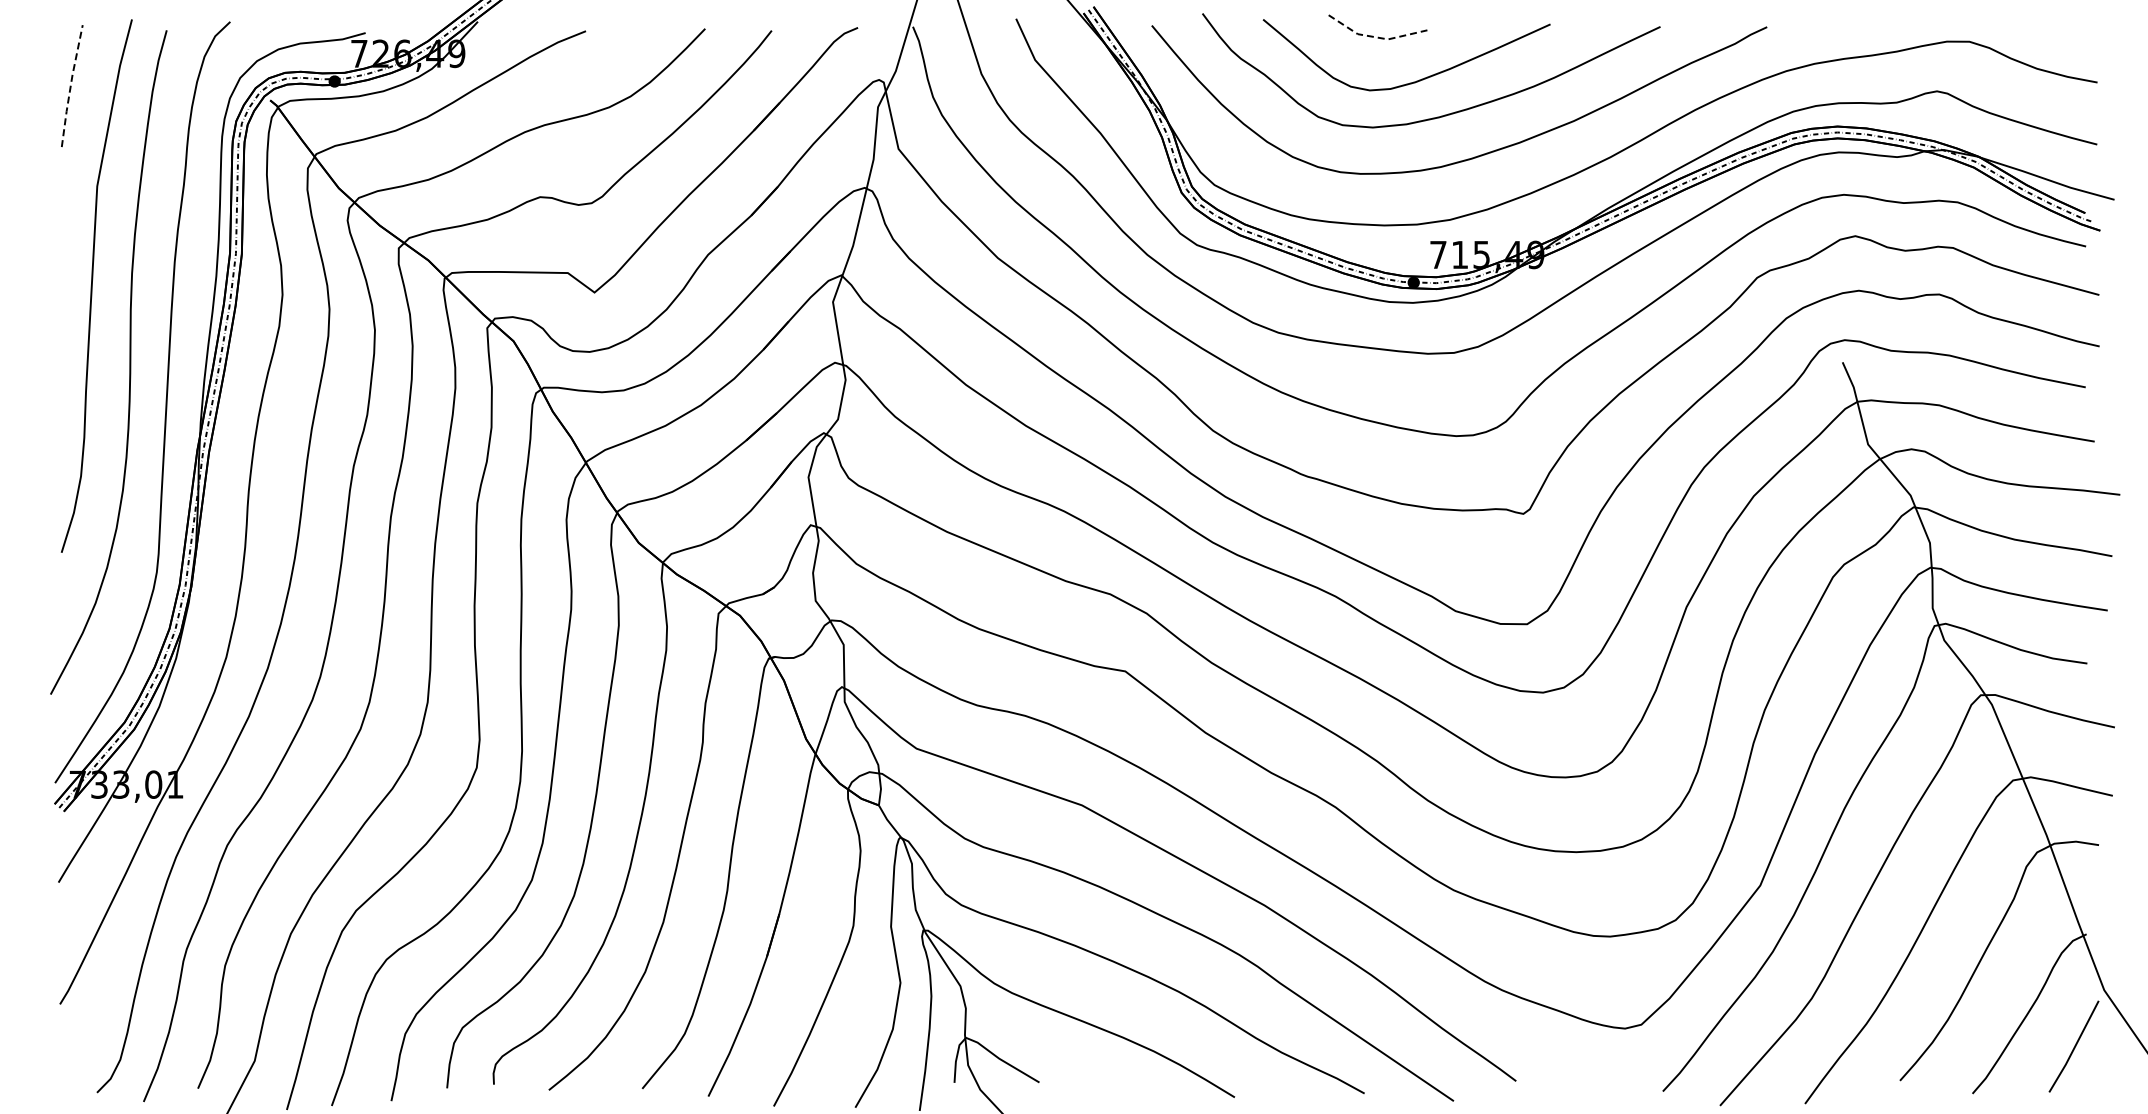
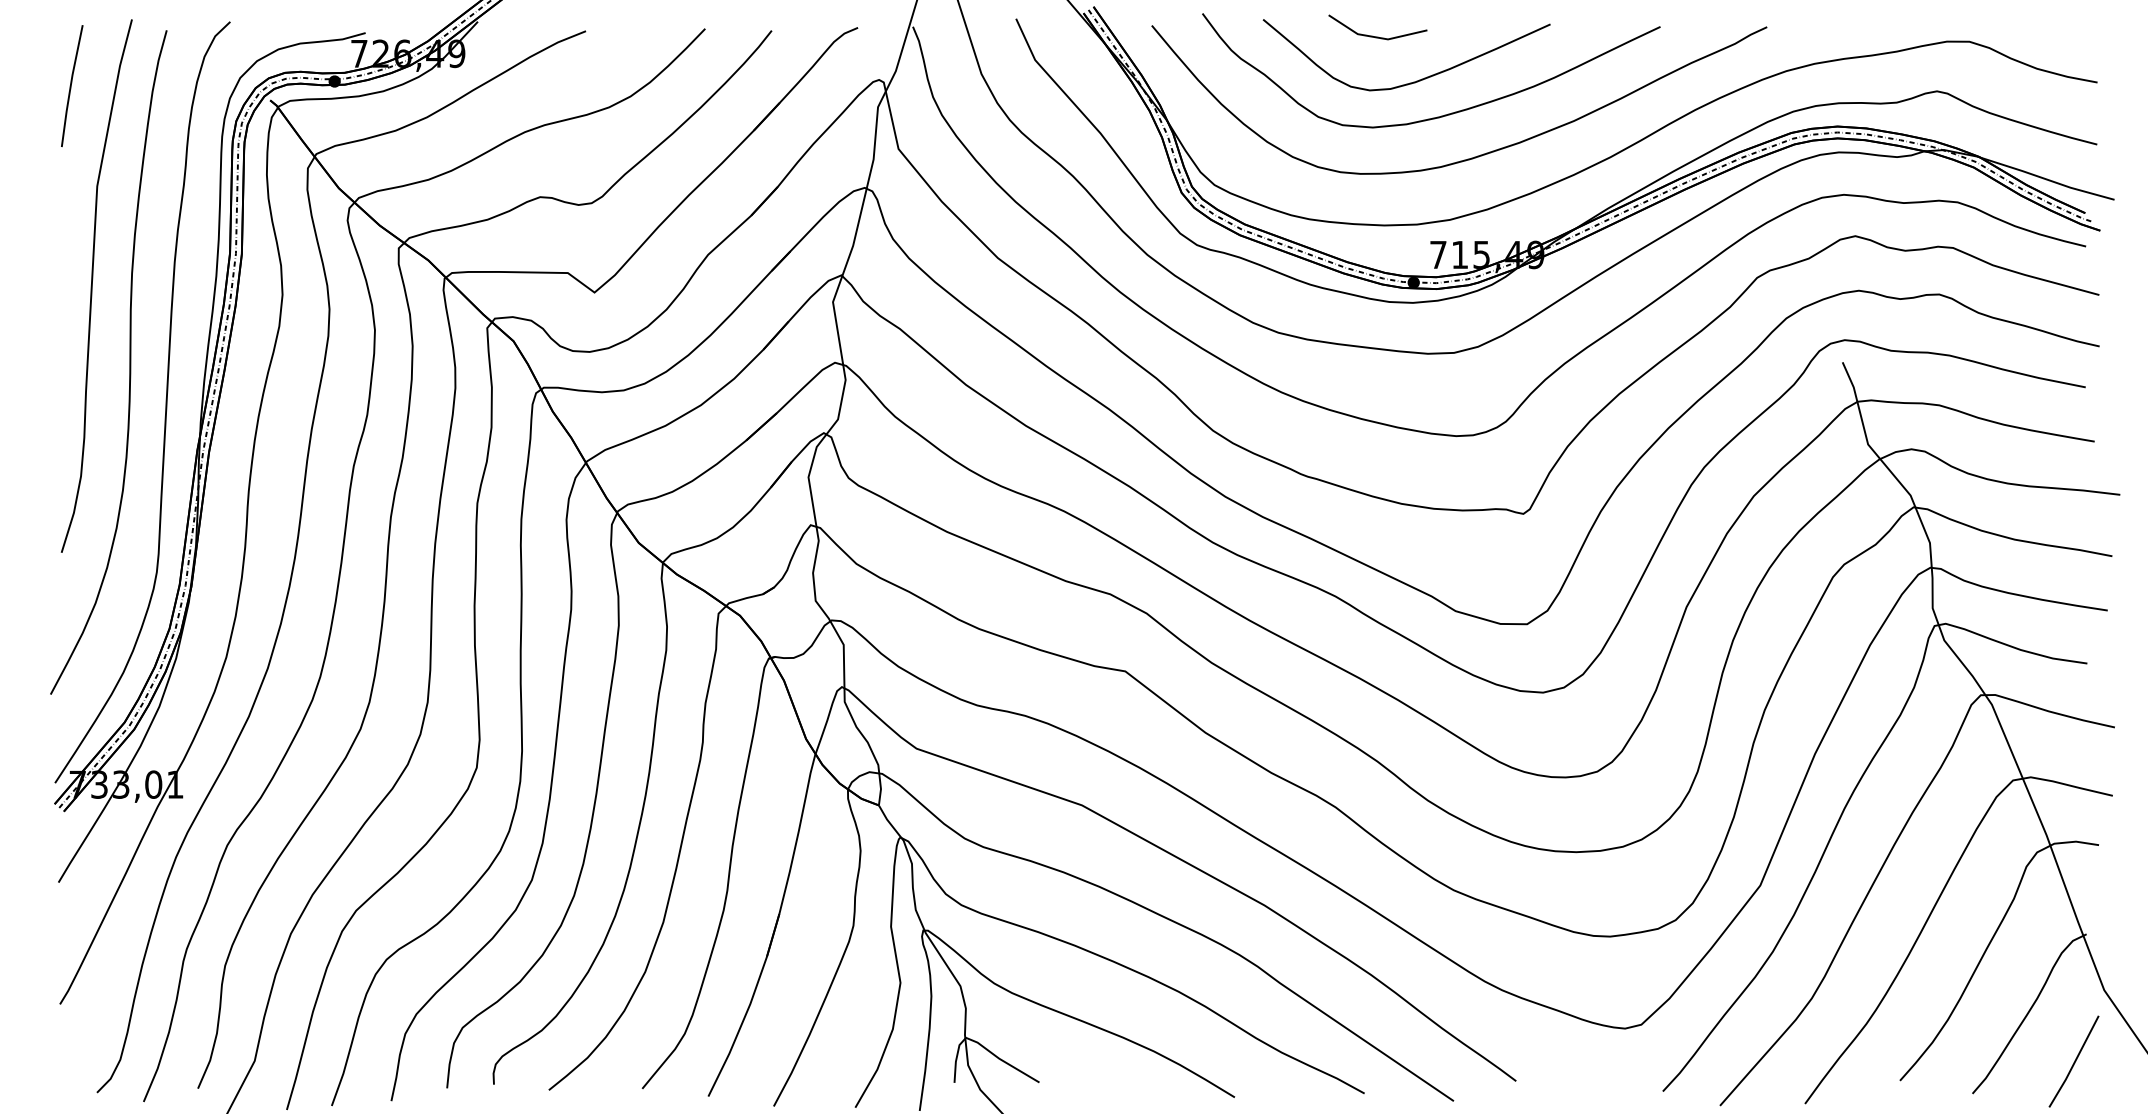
line at (1376, 37): dashed -> solid
line at (70, 85): dashed -> solid
line at (2074, 1046) position: (2074, 1046) -> (2074, 1061)
